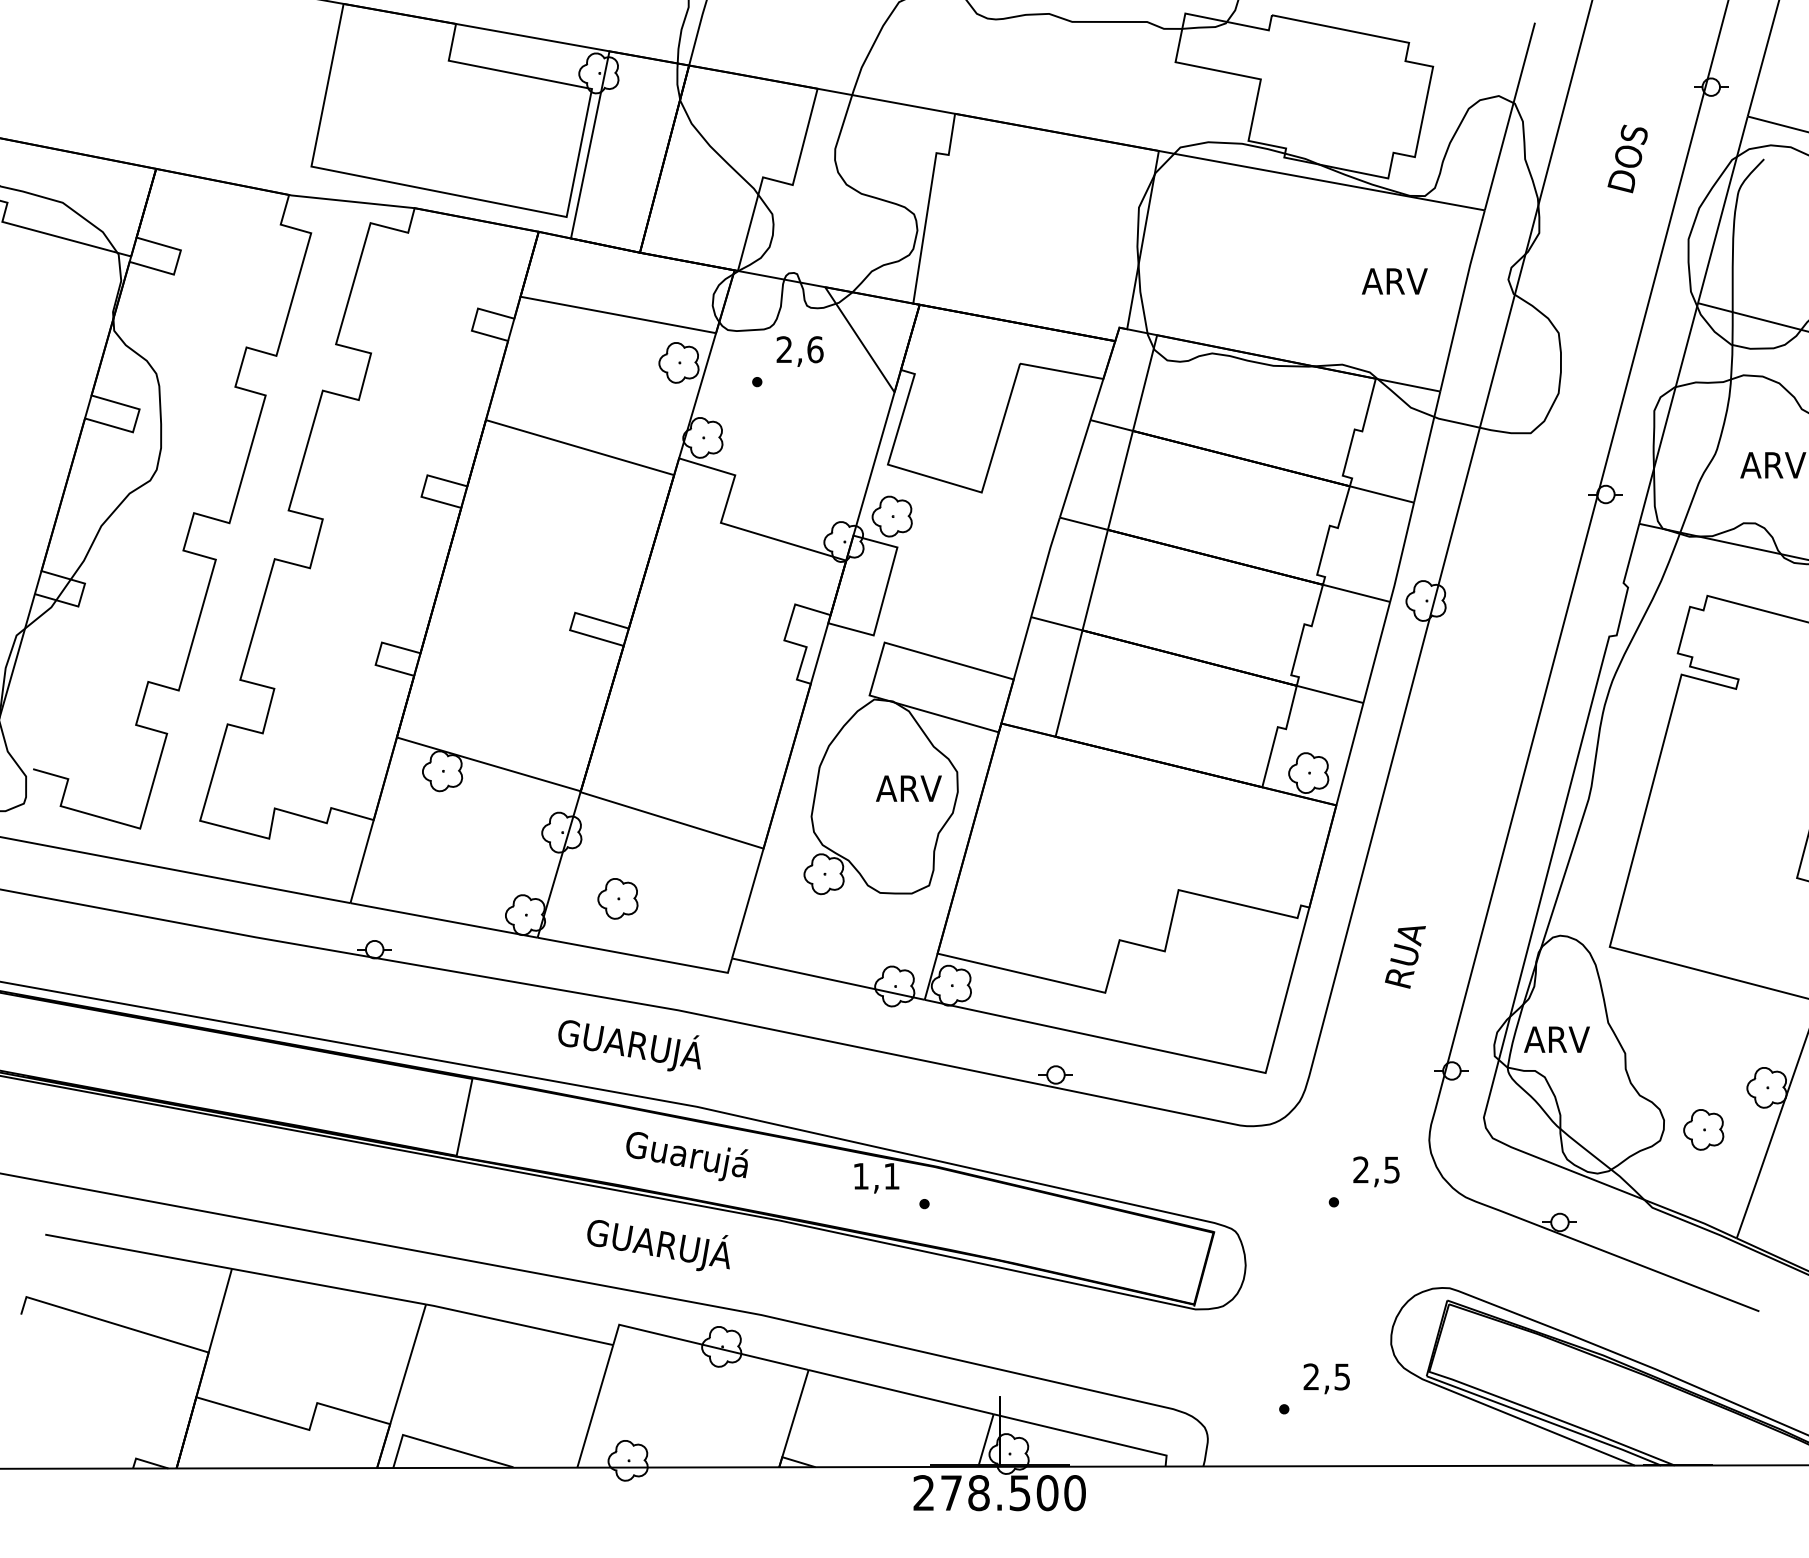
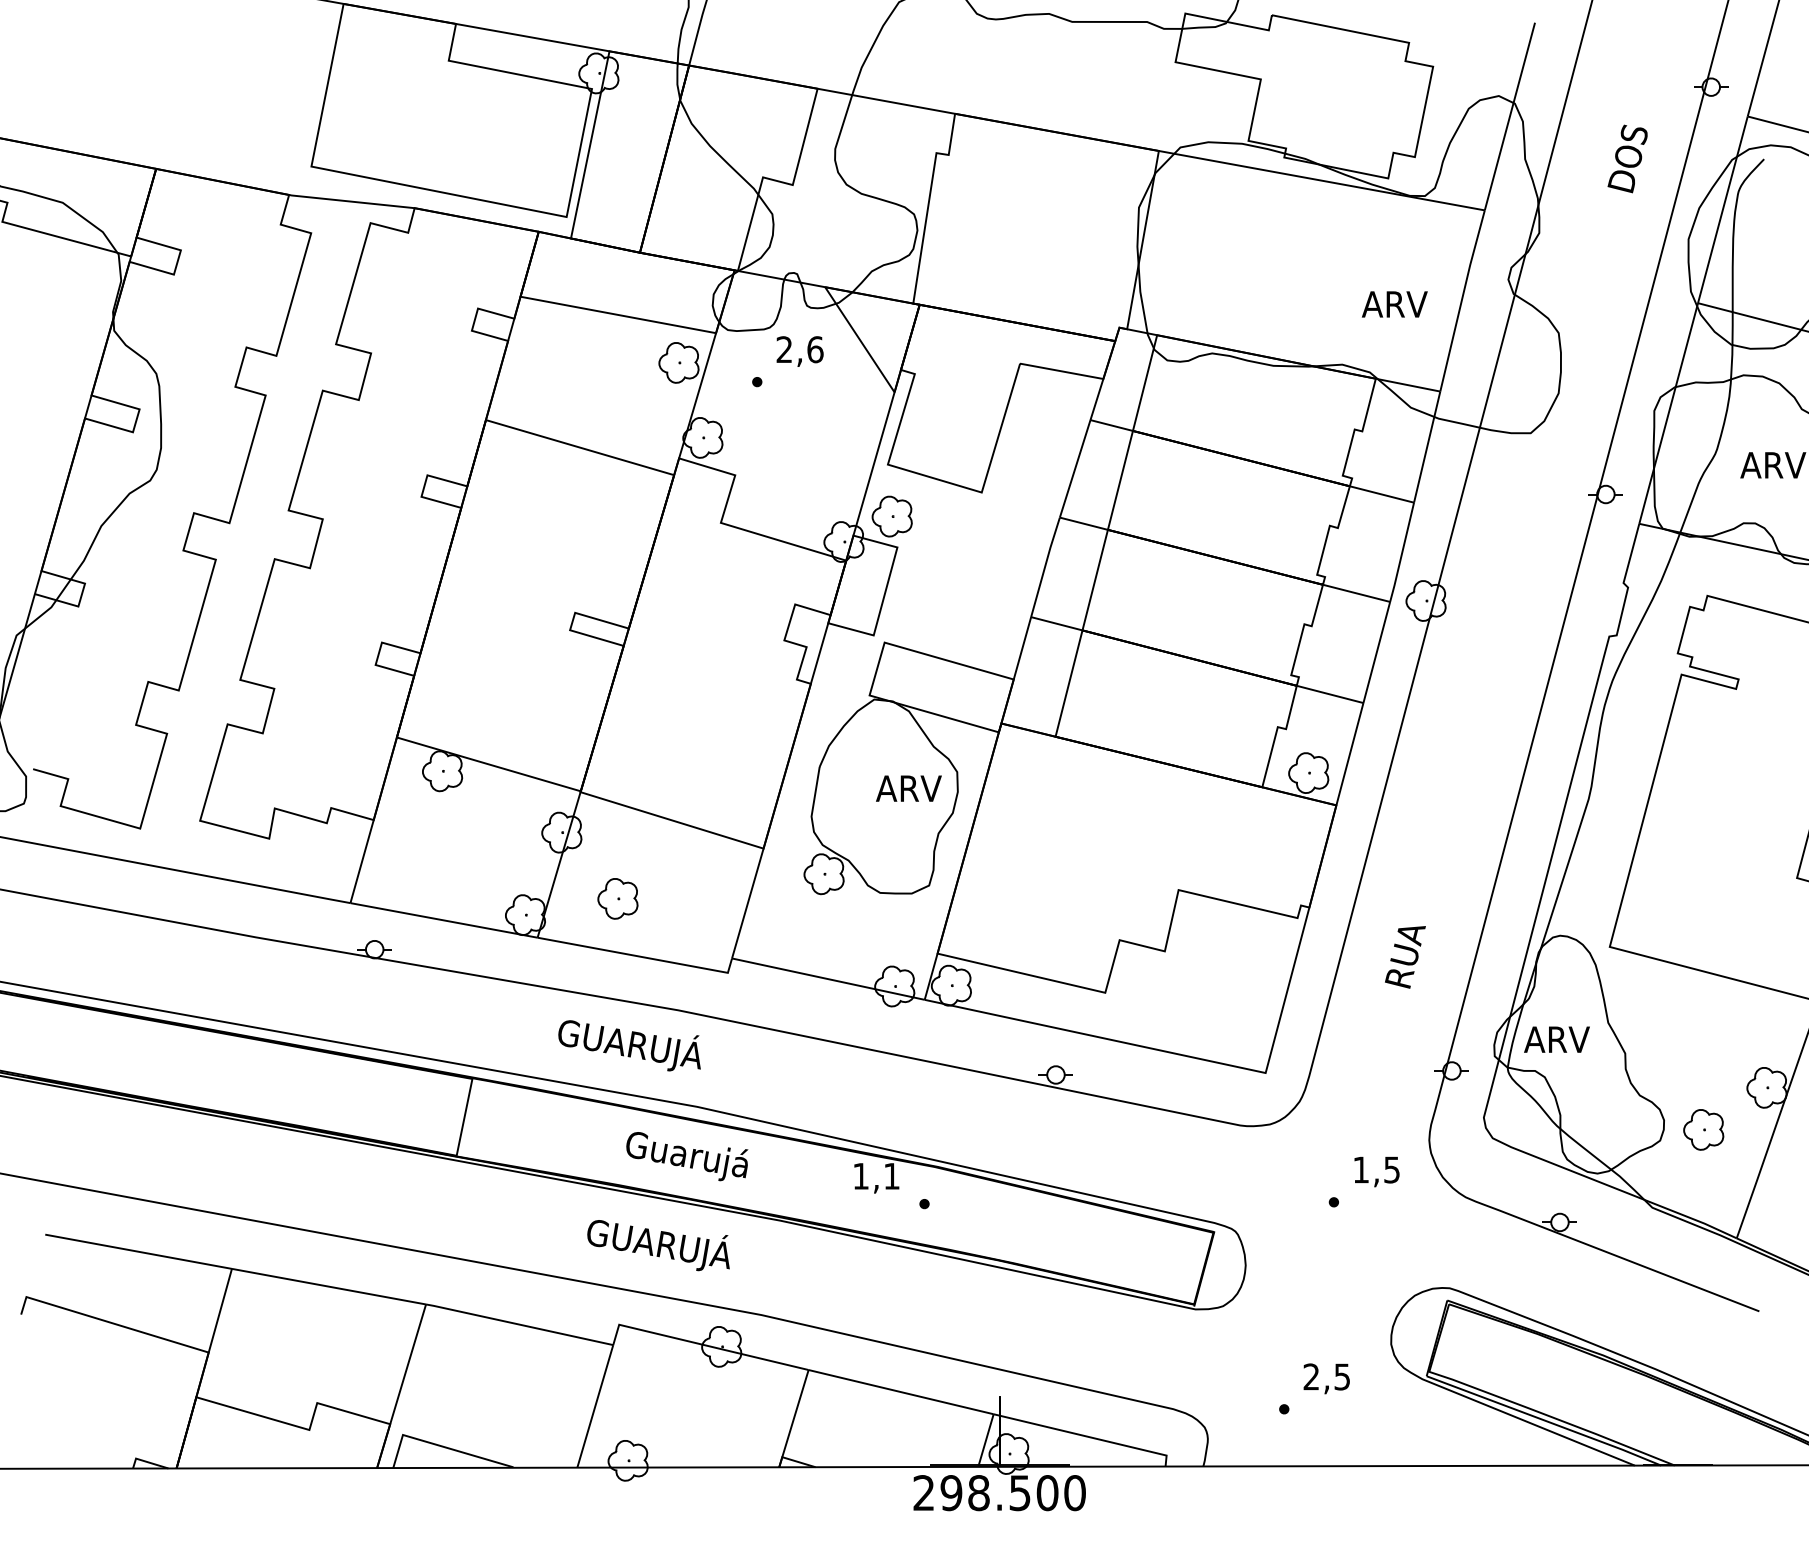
text at (1394, 281) position: (1394, 281) -> (1394, 304)
text at (1360, 1169): 2,5 -> 1,5
text at (951, 1493): 278.500 -> 298.500
